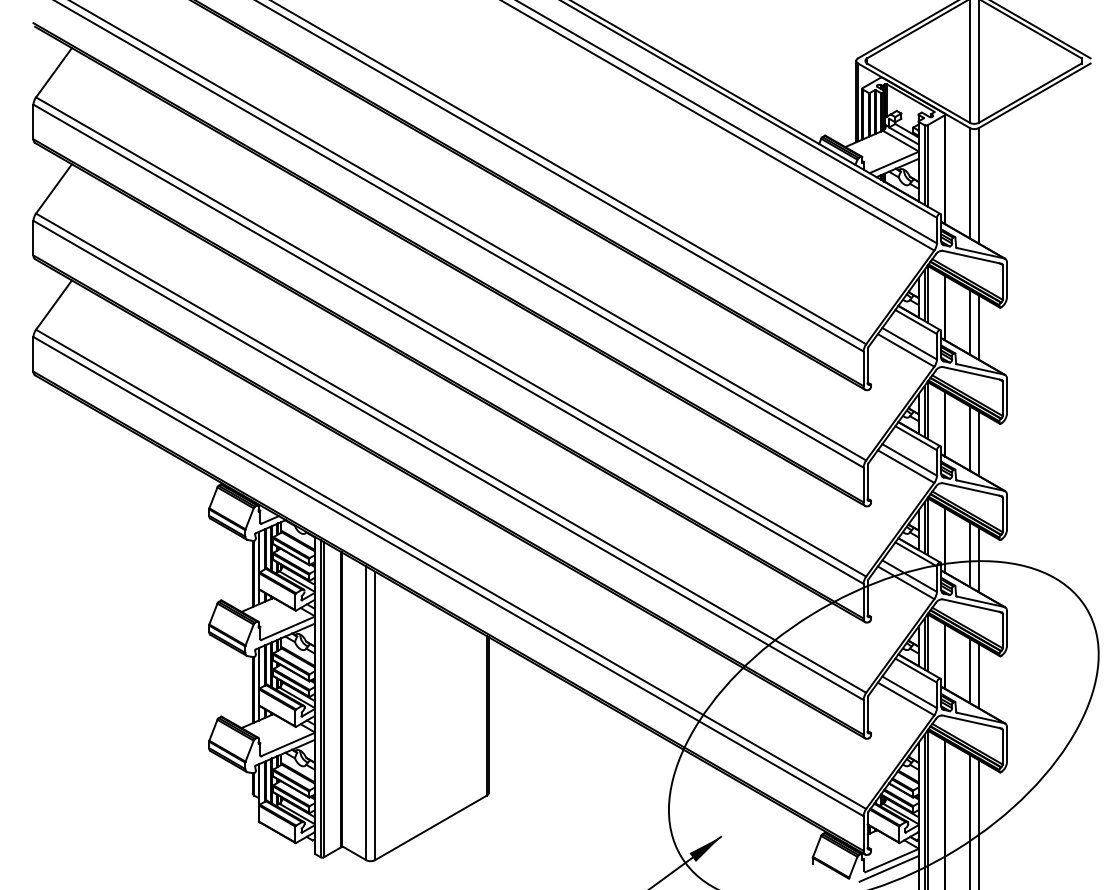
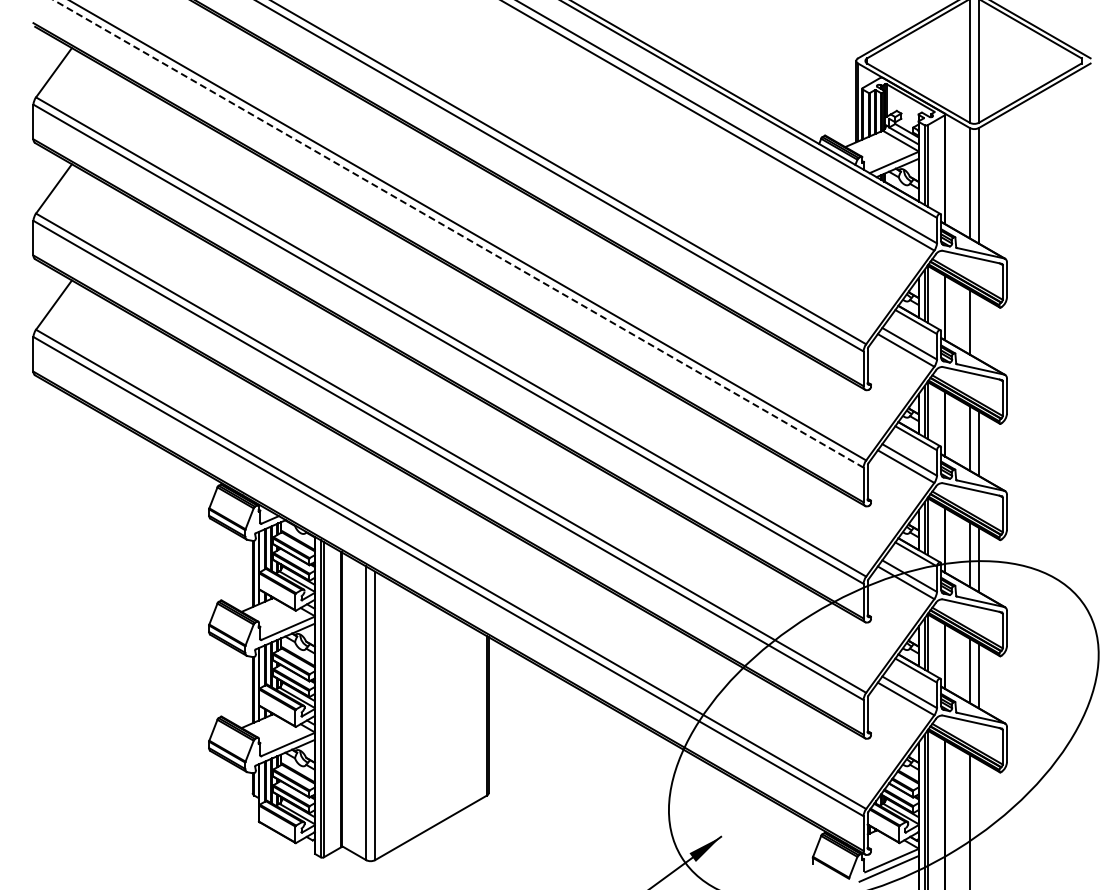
line at (458, 233): solid -> dashed
line at (978, 327): present -> none
line at (978, 823): present -> none
